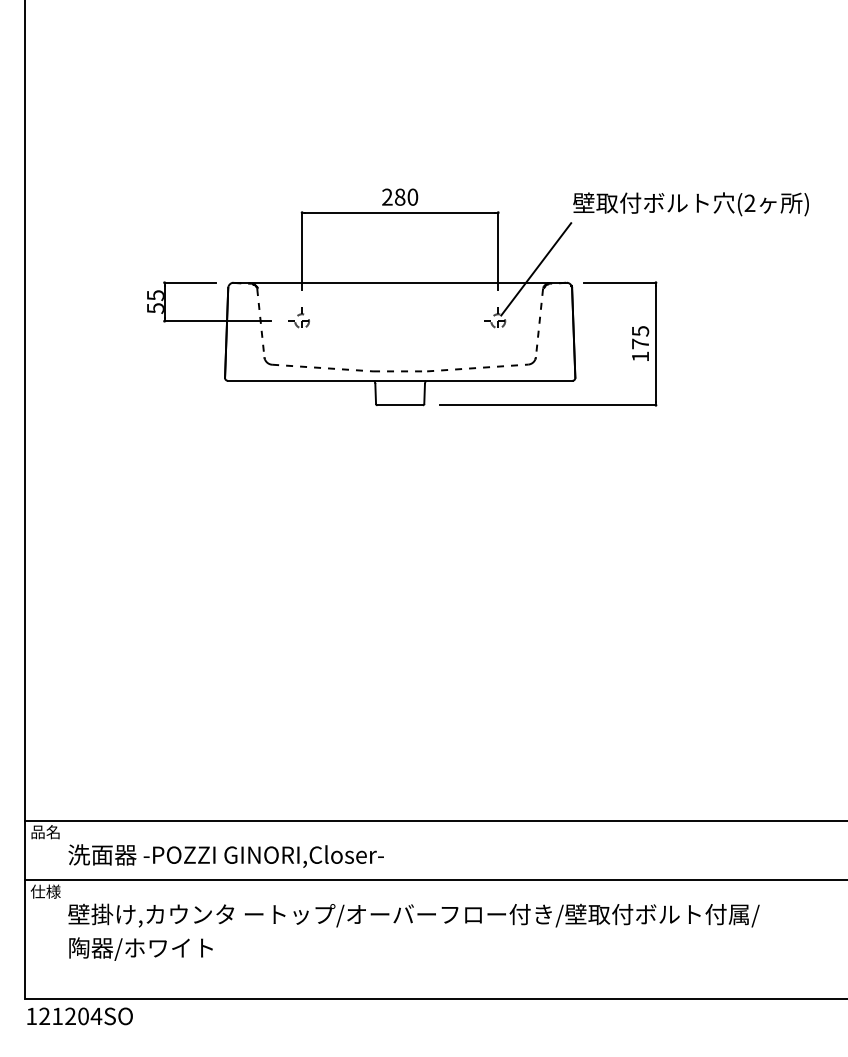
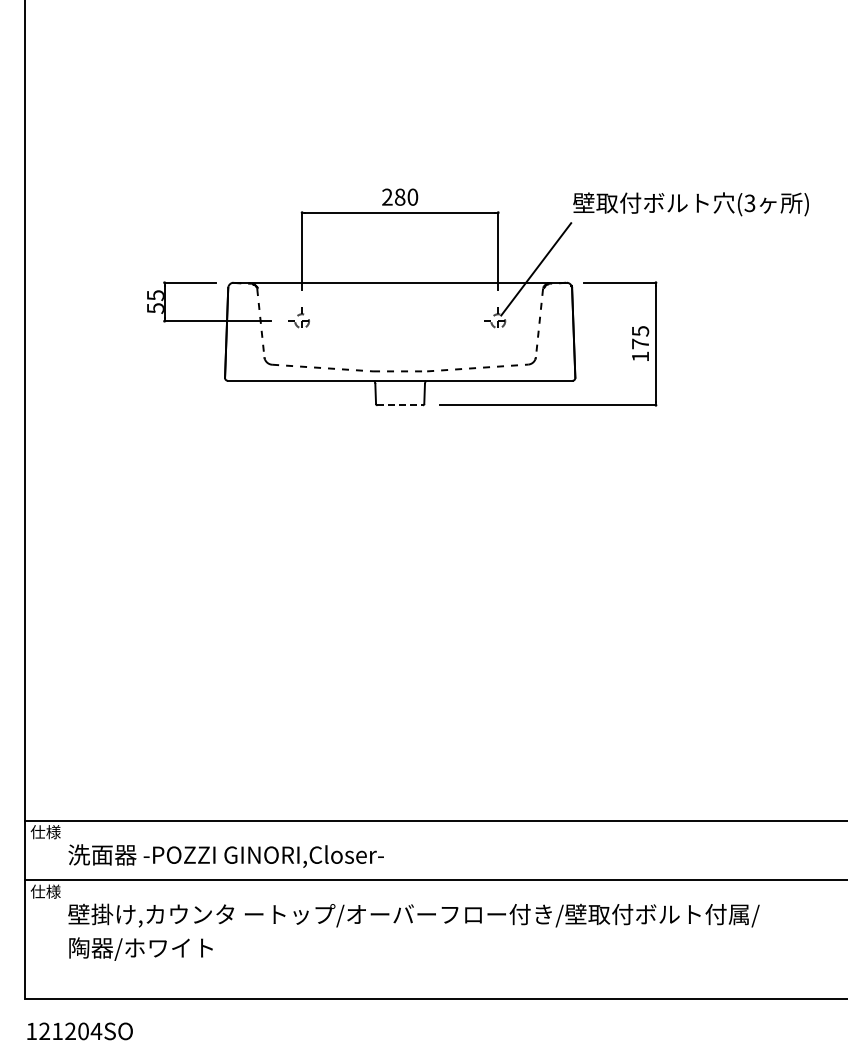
text at (749, 203): (2 -> (3
line at (400, 405): solid -> dashed
text at (45, 832): 品名 -> 仕様
text at (79, 1016) position: (79, 1016) -> (79, 1031)
